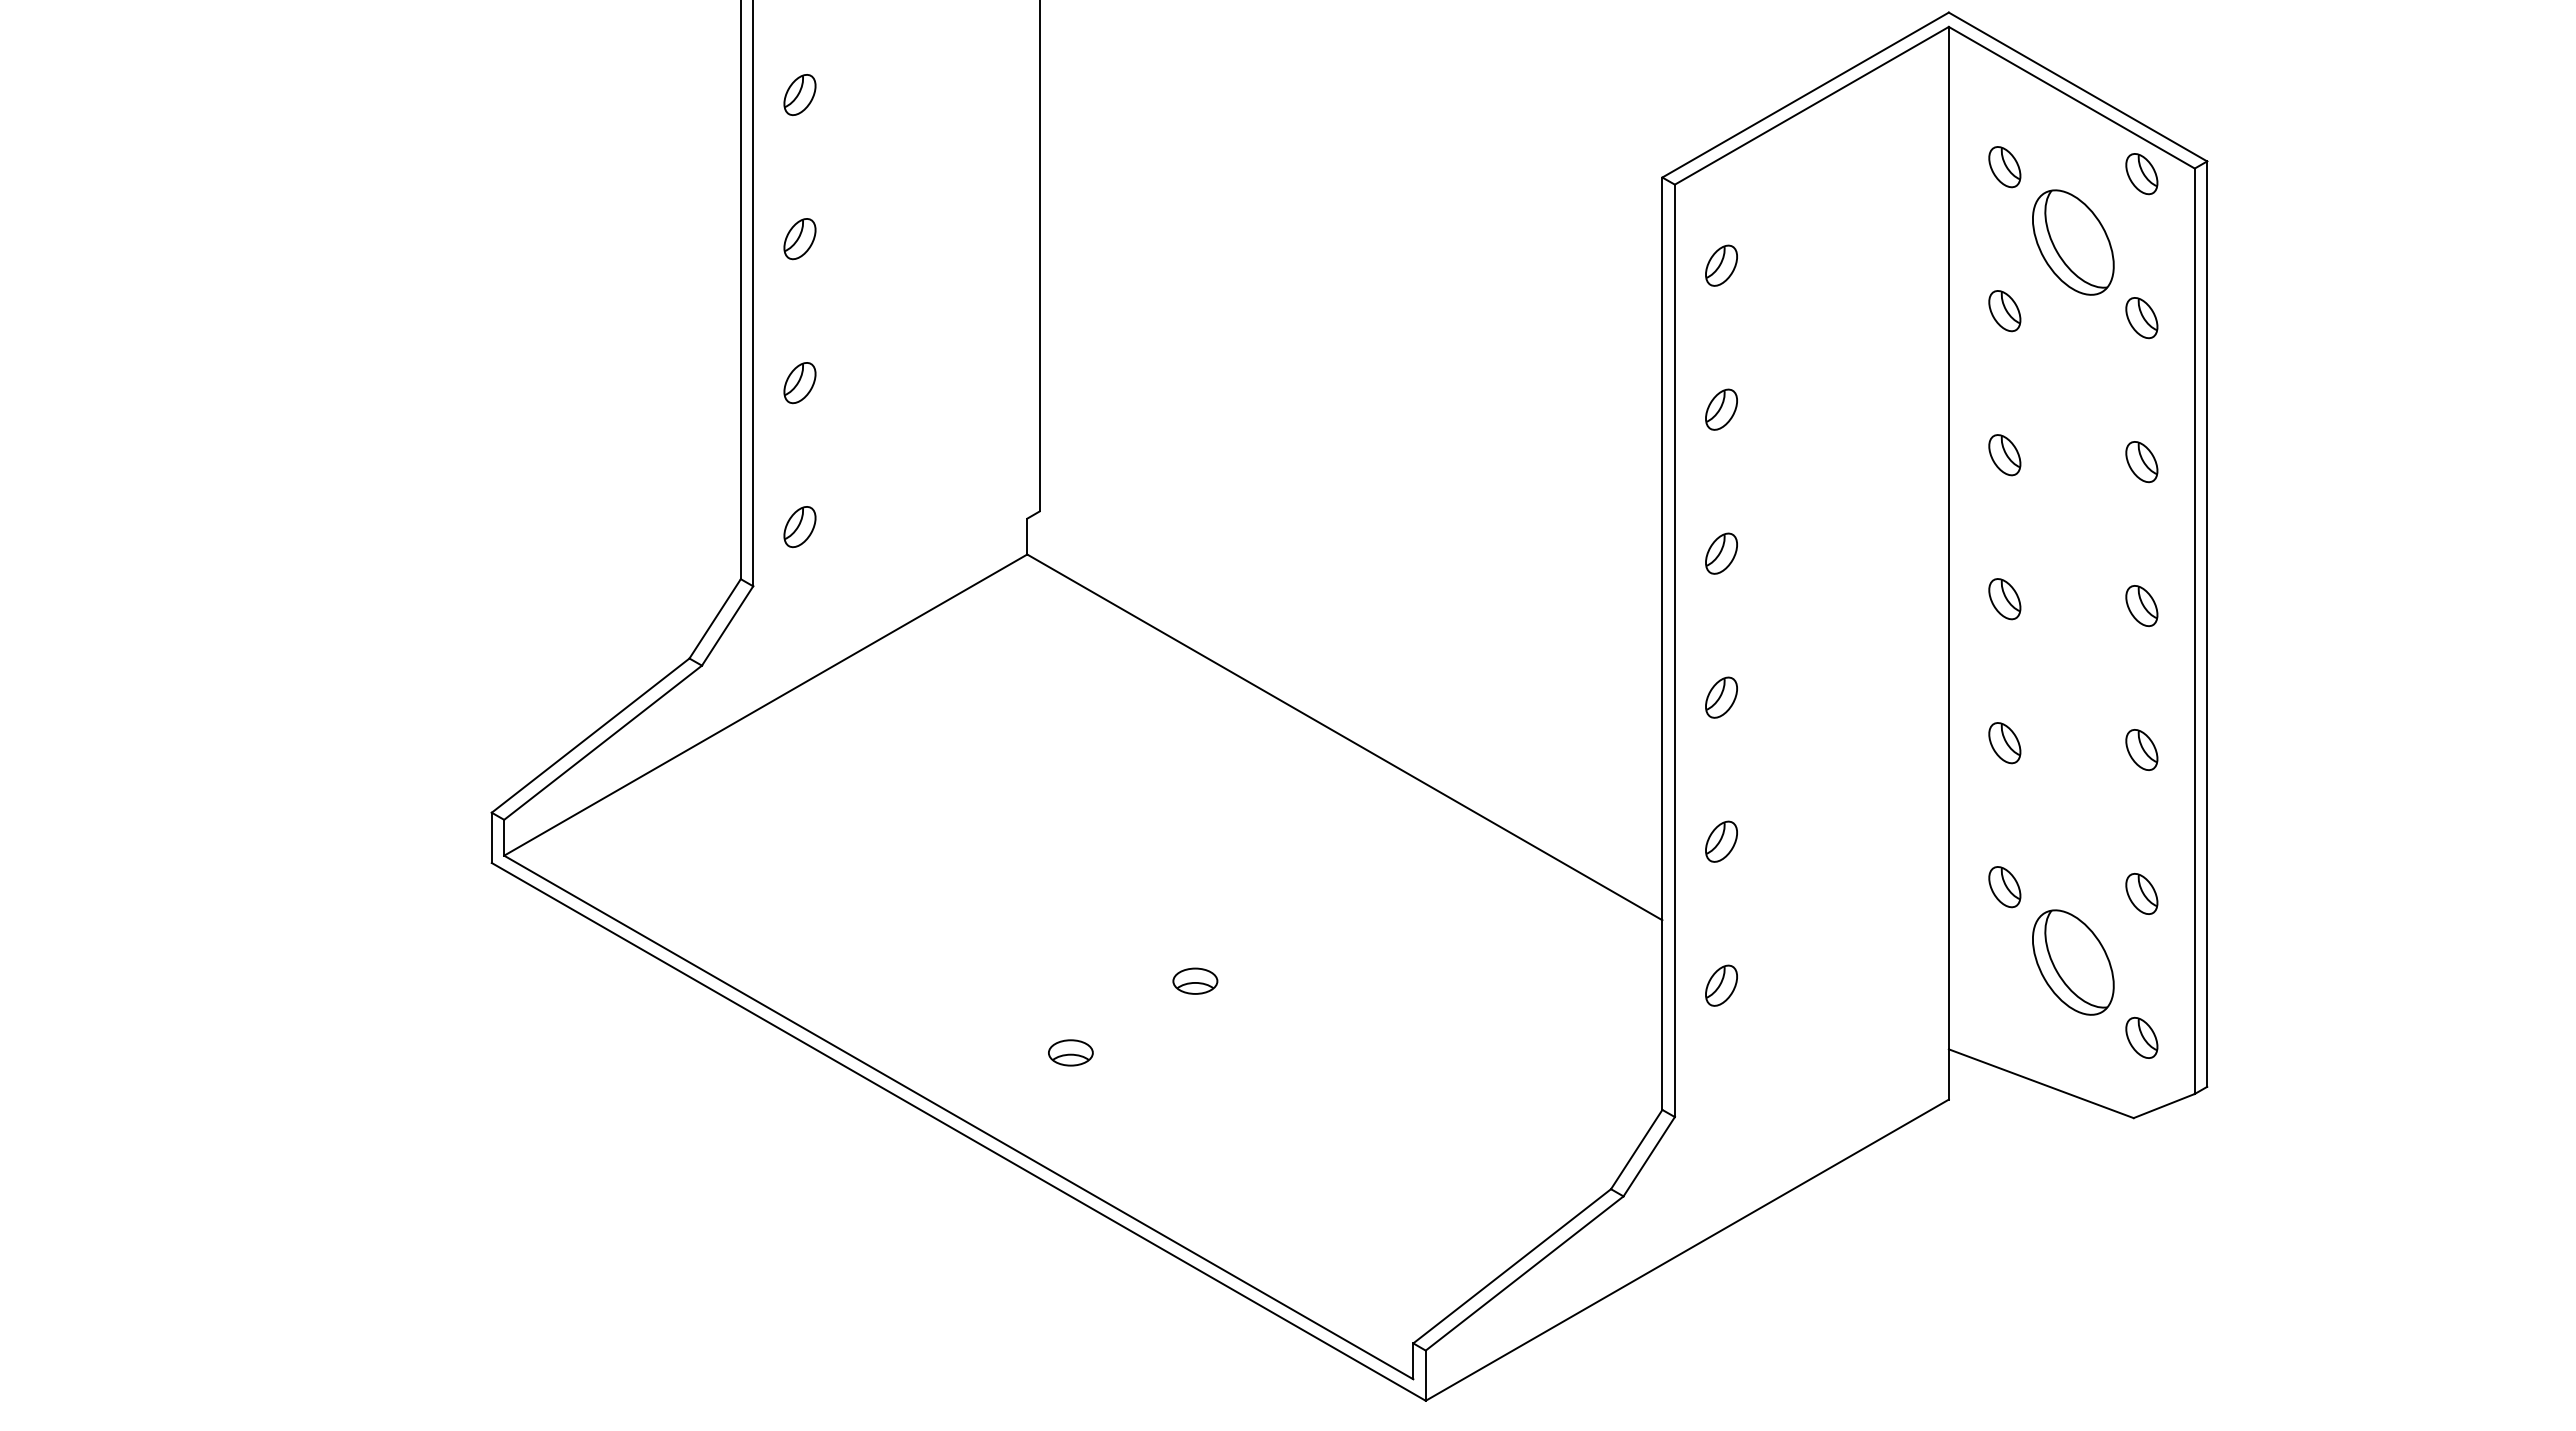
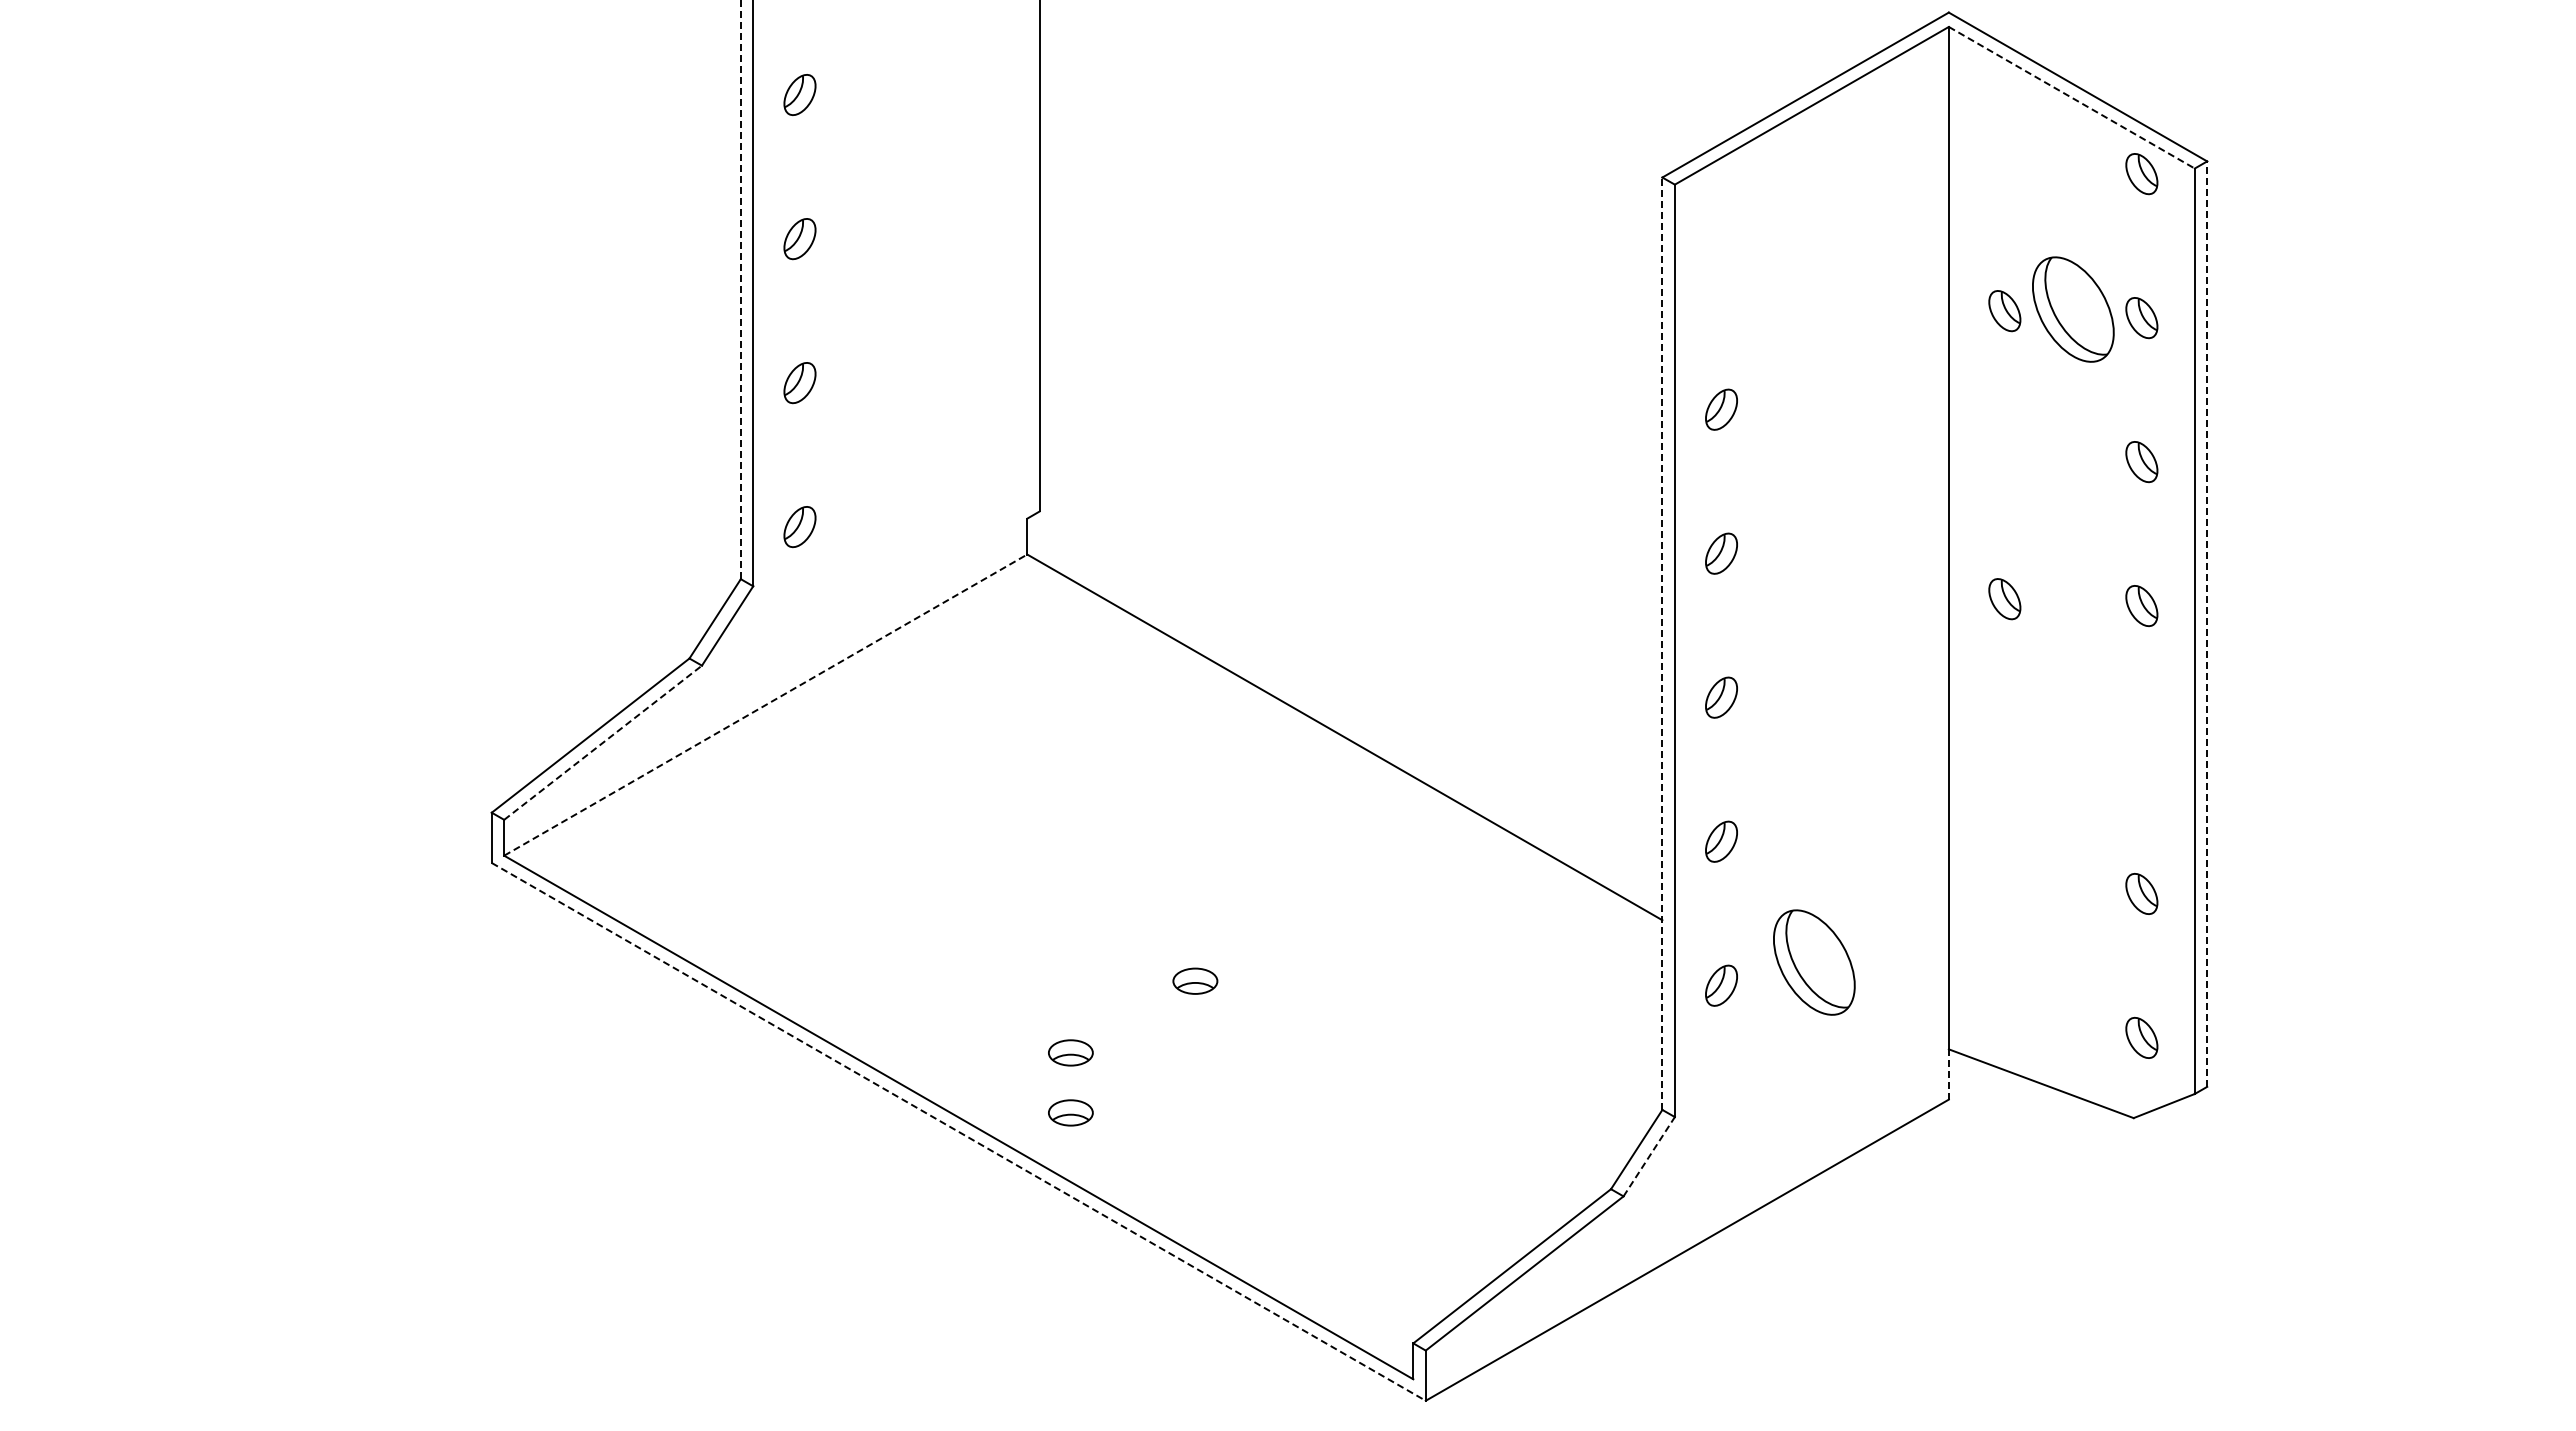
line at (2071, 97): solid -> dashed
part at (2004, 167): present -> none
part at (2073, 242) position: (2073, 242) -> (2073, 309)
part at (1721, 265): present -> none
line at (740, 289): solid -> dashed
part at (2004, 455): present -> none
line at (2207, 624): solid -> dashed
line at (1662, 643): solid -> dashed
line at (765, 705): solid -> dashed
line at (603, 742): solid -> dashed
part at (2004, 743): present -> none
part at (2141, 749): present -> none
part at (2004, 887): present -> none
part at (2073, 962) position: (2073, 962) -> (1814, 962)
line at (1948, 1074): solid -> dashed
part at (1070, 1112): none -> present
line at (958, 1131): solid -> dashed
line at (1649, 1156): solid -> dashed
